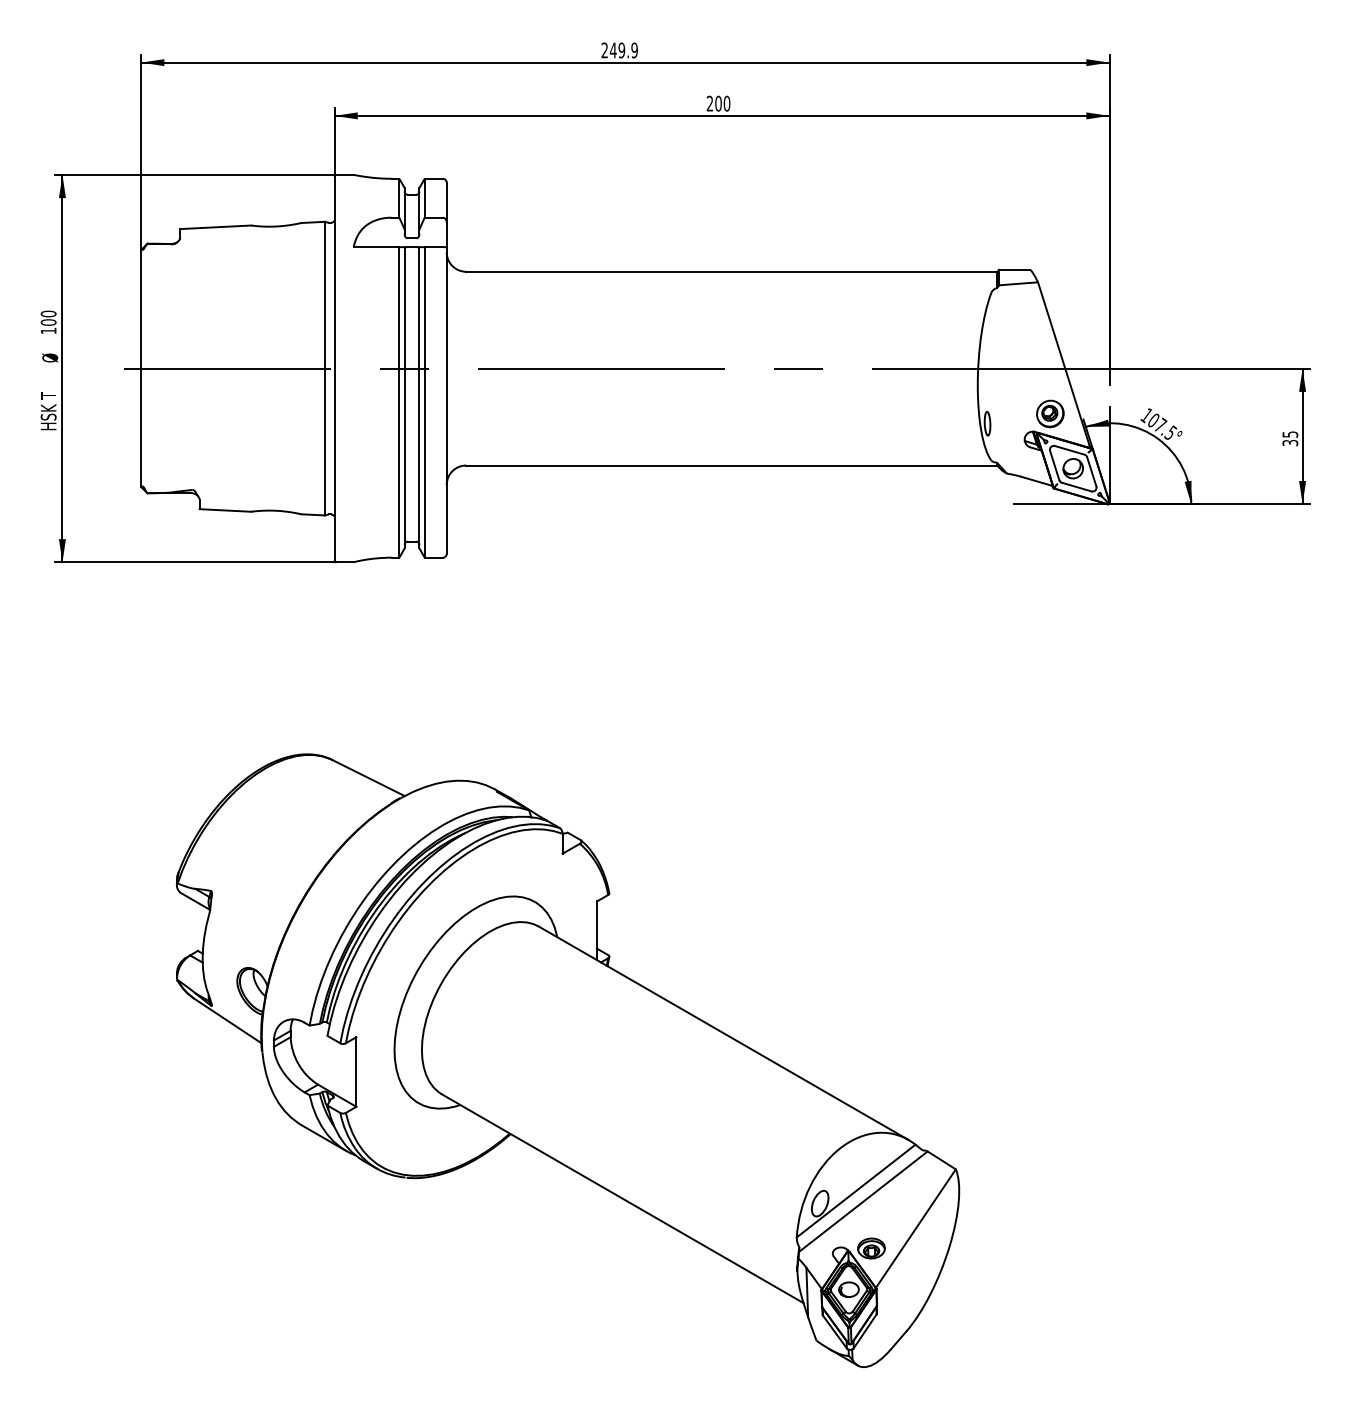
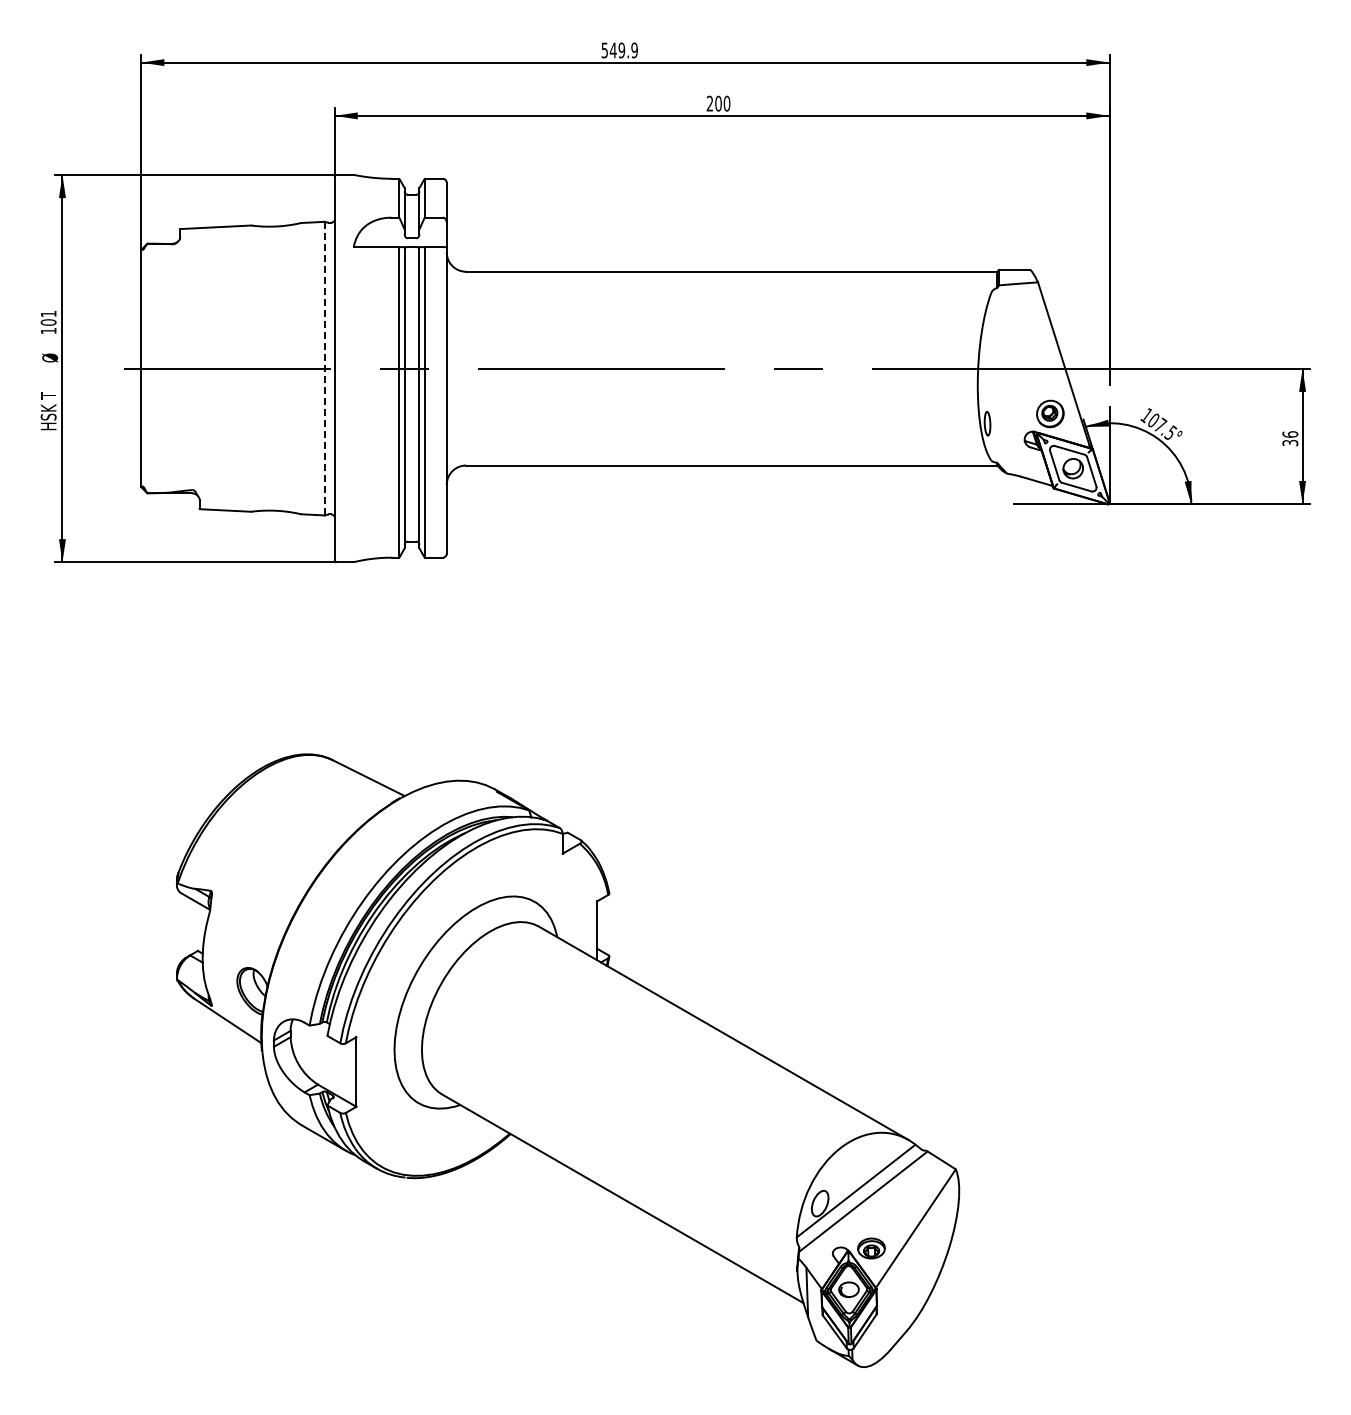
text at (604, 50): 249.9 -> 549.9
text at (48, 313): 100 -> 101
line at (324, 368): solid -> dashed
text at (1290, 434): 35 -> 36
